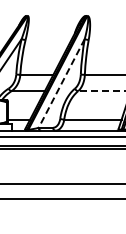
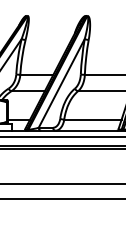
line at (61, 83): dashed -> solid
line at (102, 91): dashed -> solid
